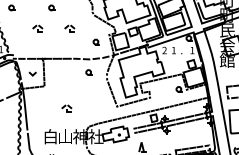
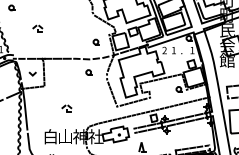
part at (51, 7): present -> none
part at (69, 28): present -> none
